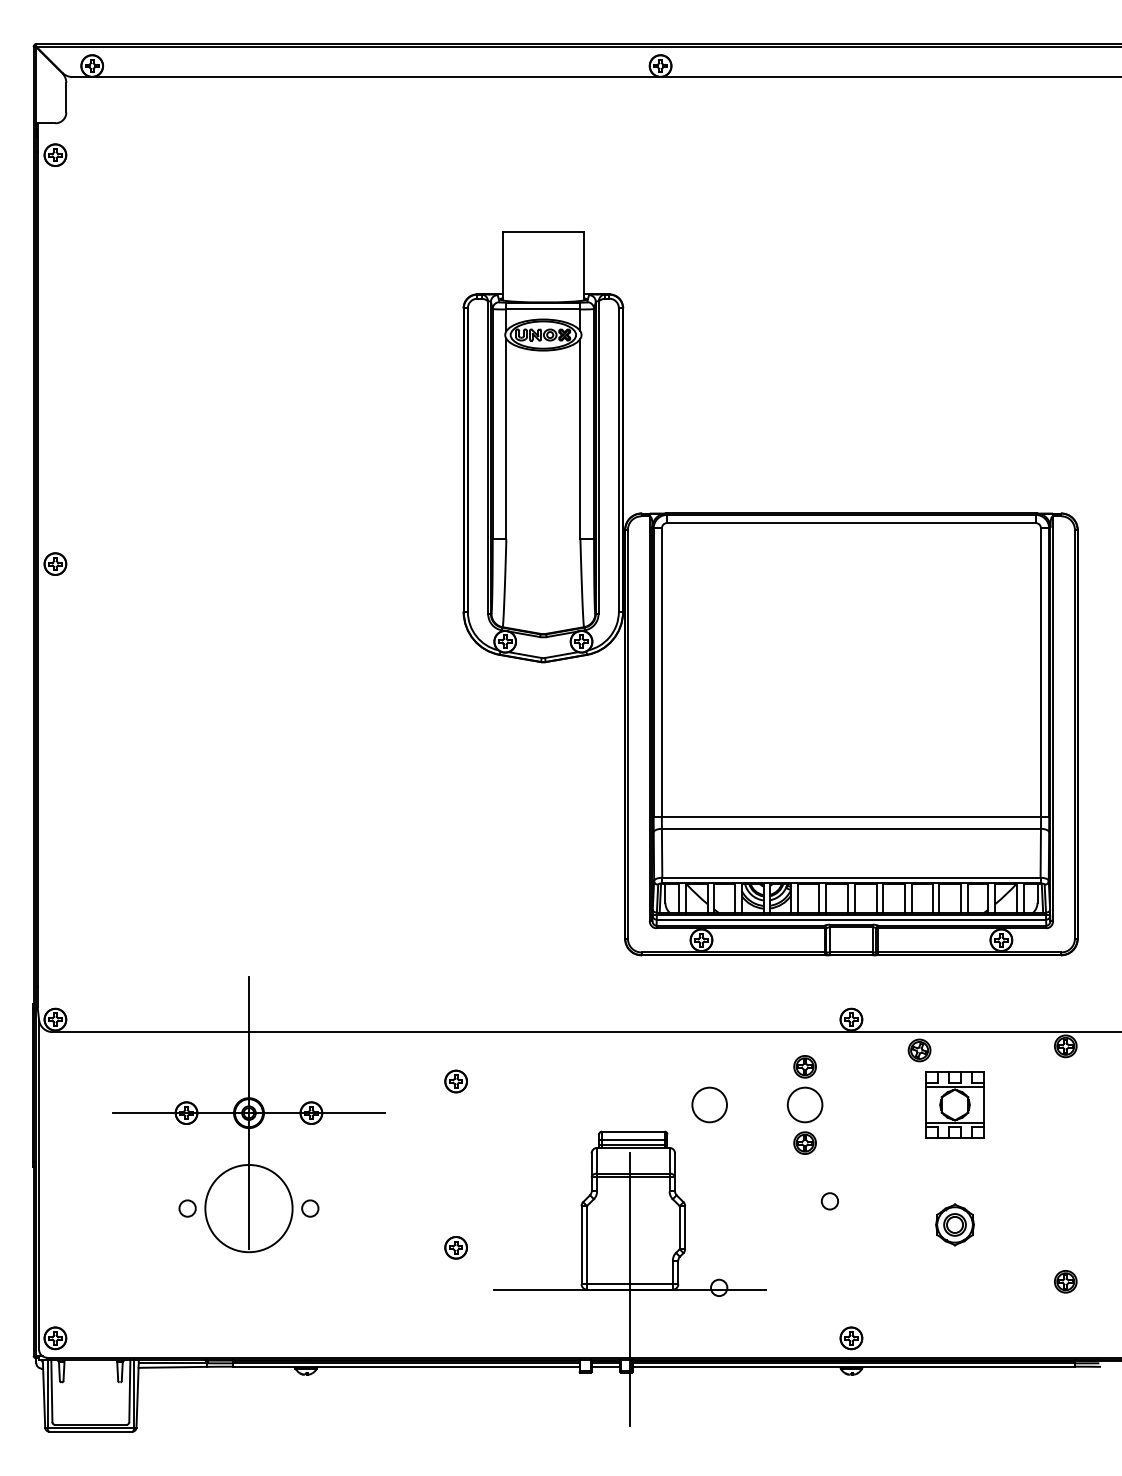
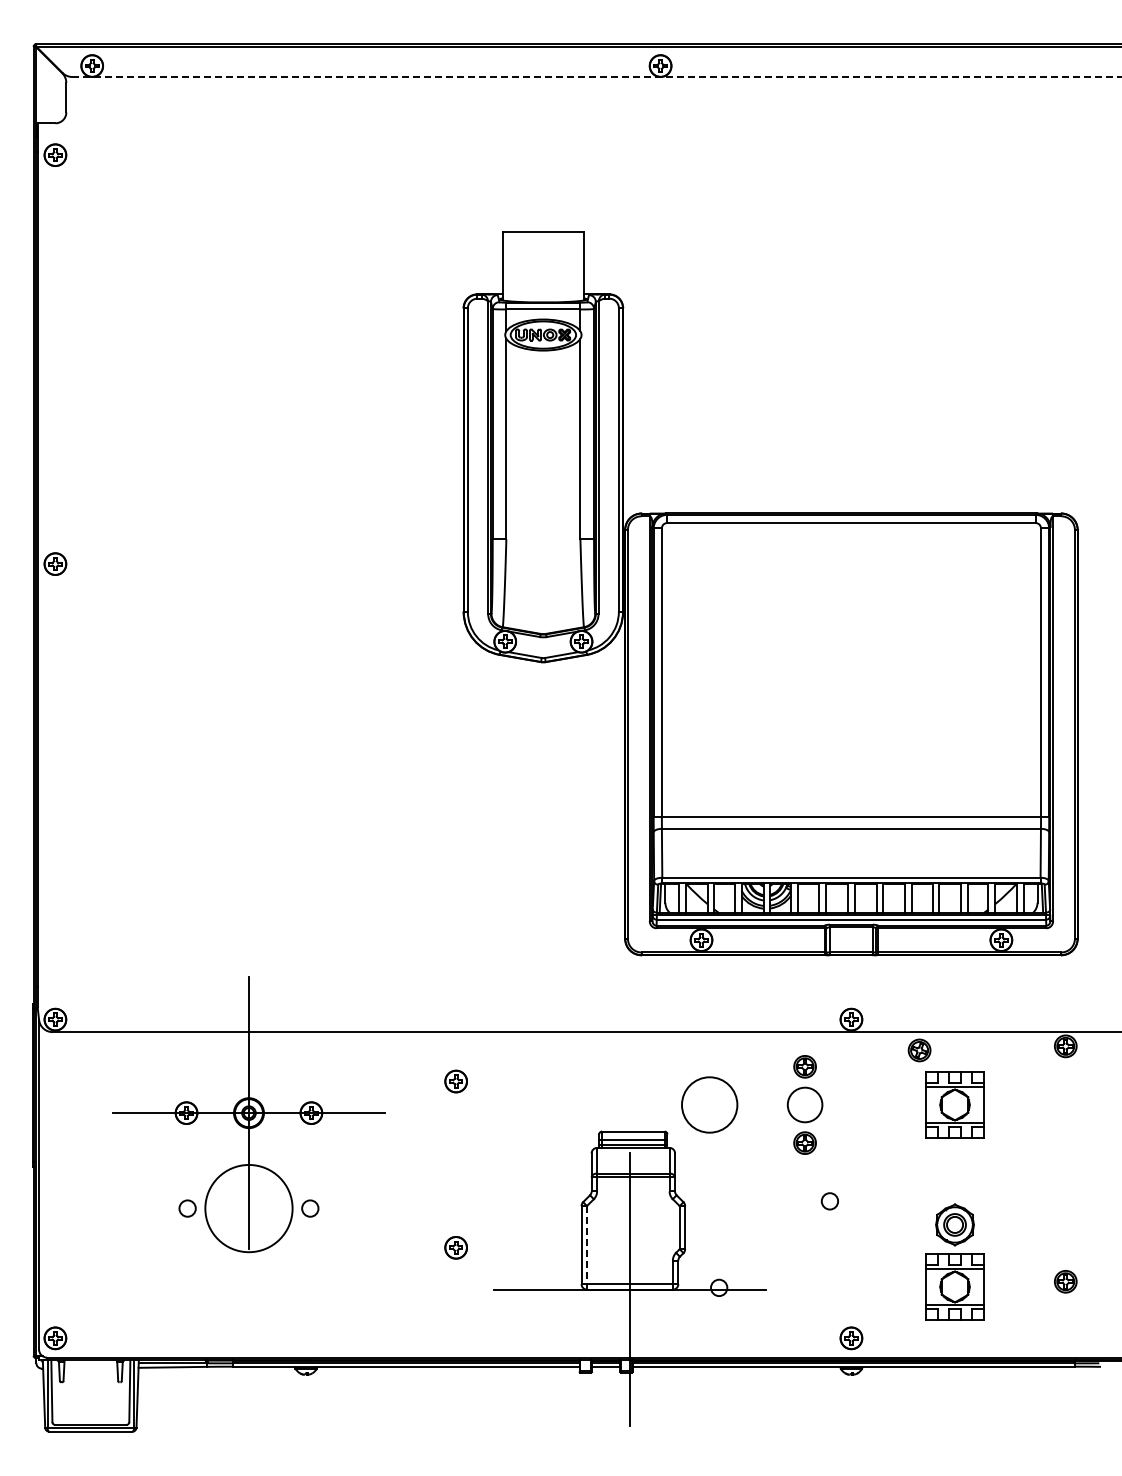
line at (597, 76): solid -> dashed
circle at (709, 1104) diameter: 35 px -> 55 px
line at (587, 1247): solid -> dashed
part at (954, 1286): none -> present
